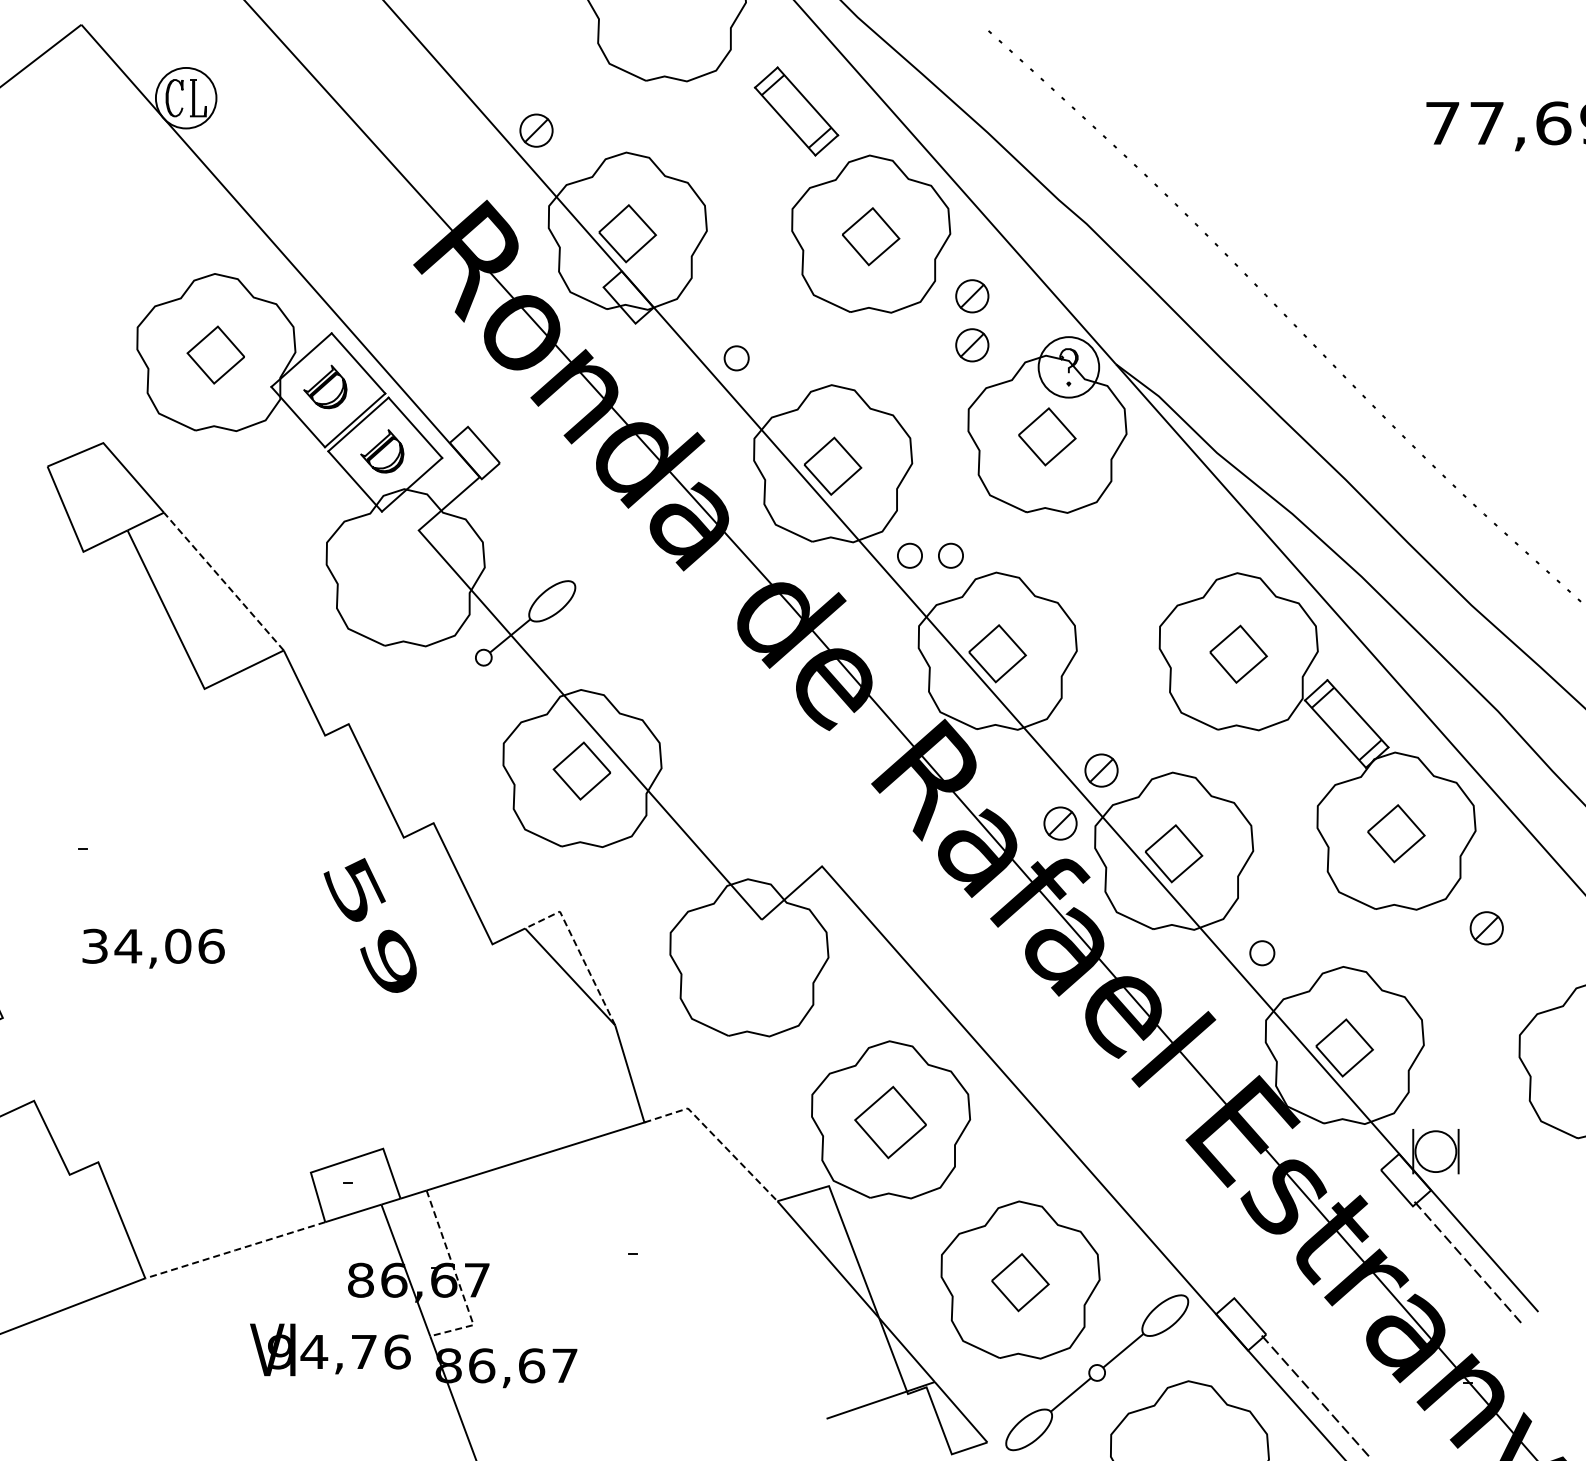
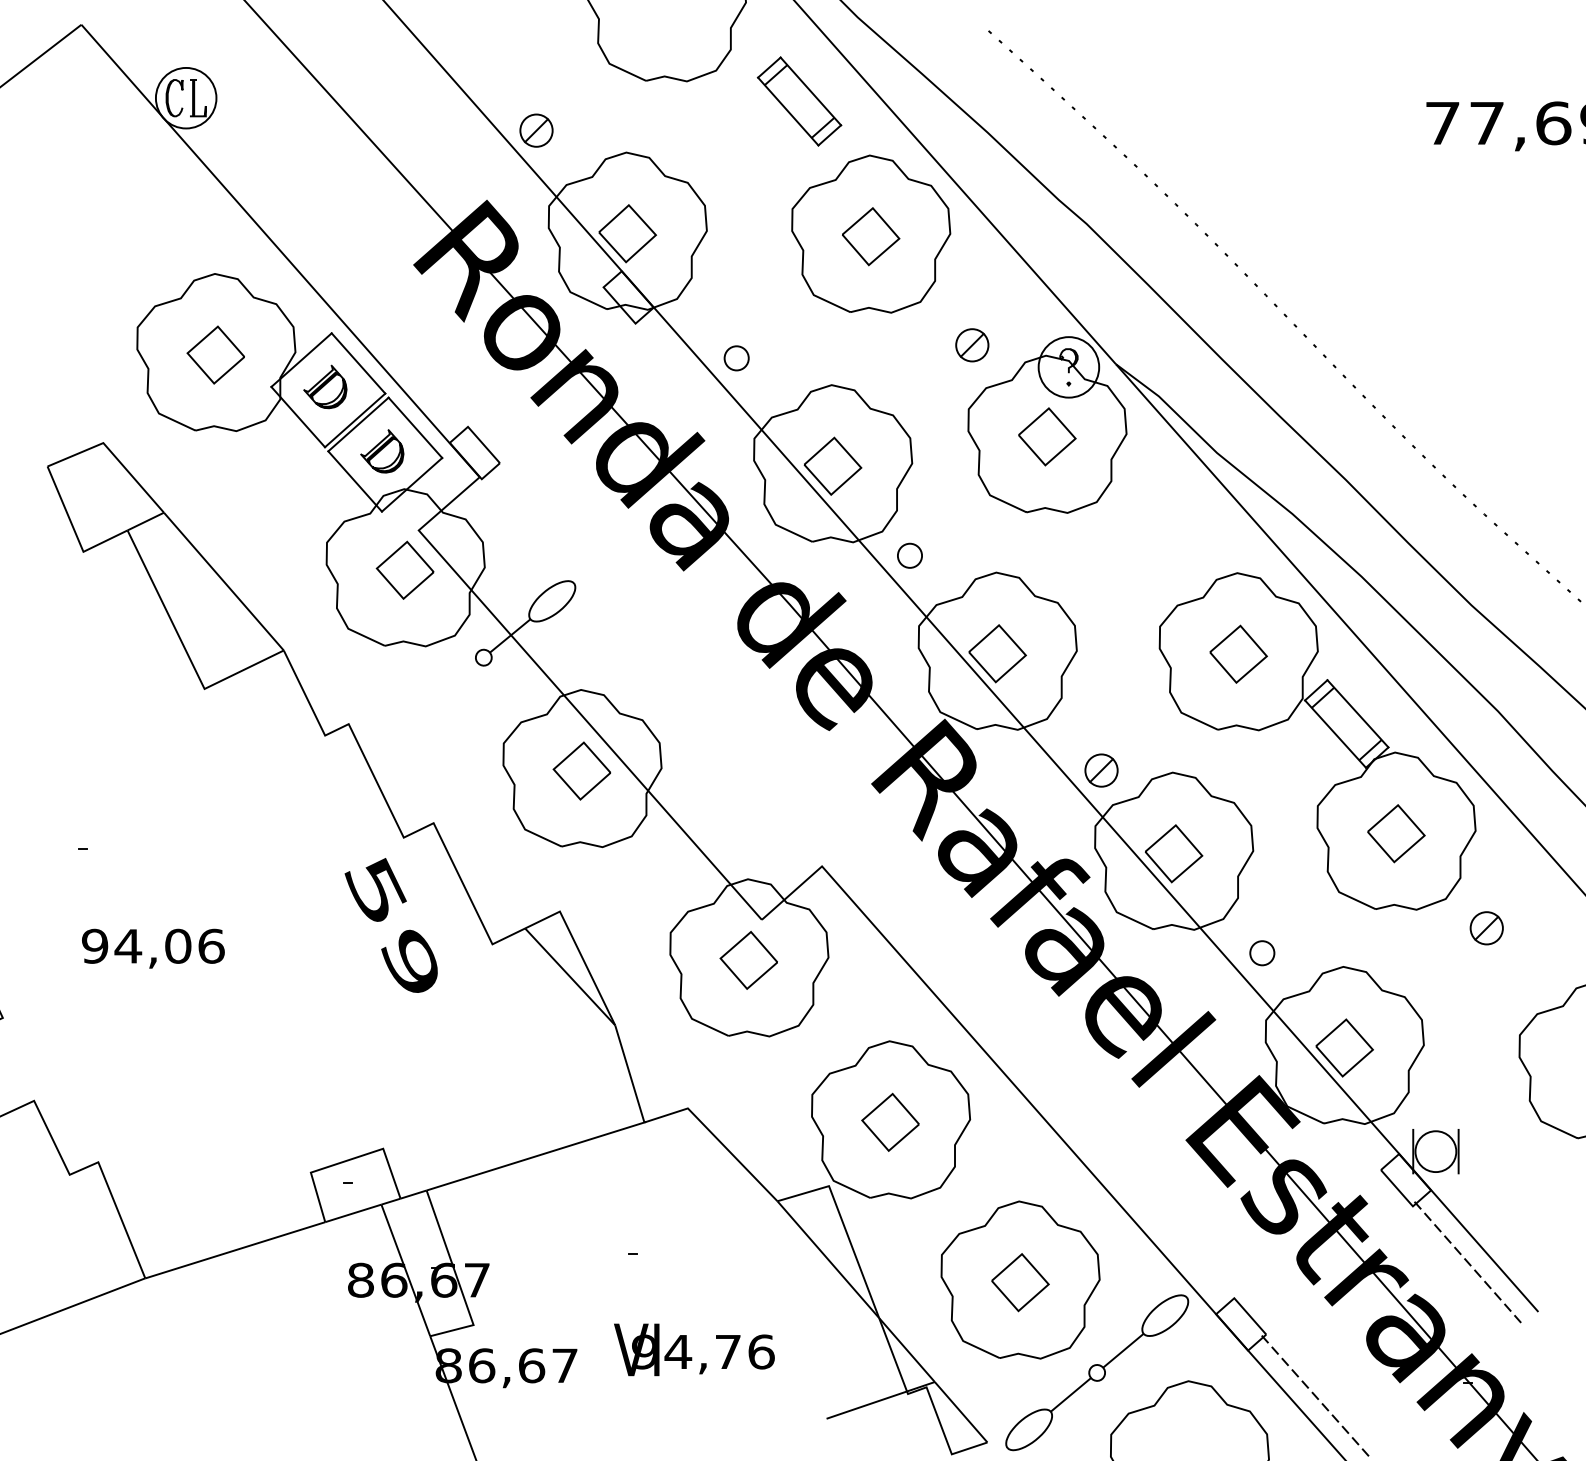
part at (796, 111) position: (796, 111) -> (799, 101)
part at (972, 296): present -> none
part at (950, 555): present -> none
part at (404, 569): none -> present
line at (223, 581): dashed -> solid
part at (1060, 823): present -> none
text at (369, 925) position: (369, 925) -> (390, 925)
text at (95, 946): 34,06 -> 94,06
line at (578, 950): dashed -> solid
part at (748, 960): none -> present
part at (890, 1122) size: 73x75 px -> 59x60 px
line at (716, 1137): dashed -> solid
line at (235, 1250): dashed -> solid
line at (457, 1279): dashed -> solid
text at (330, 1349) position: (330, 1349) -> (694, 1349)
